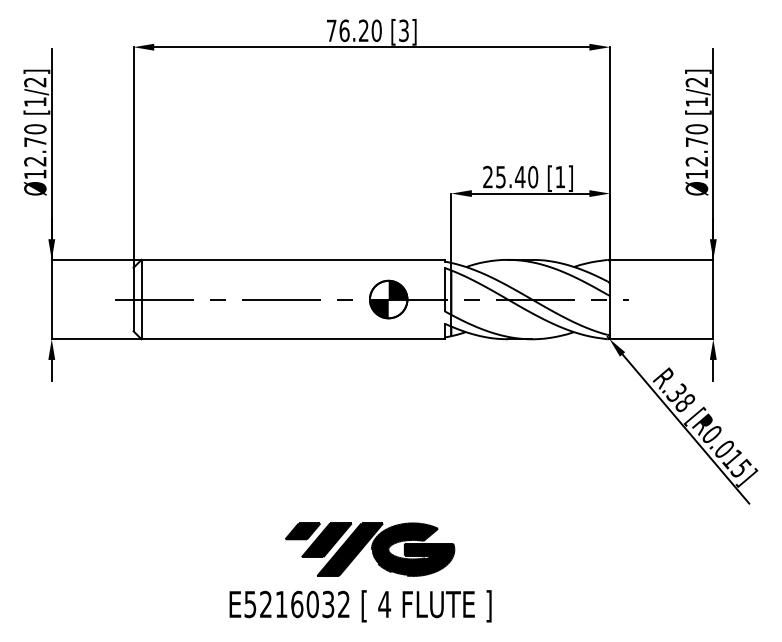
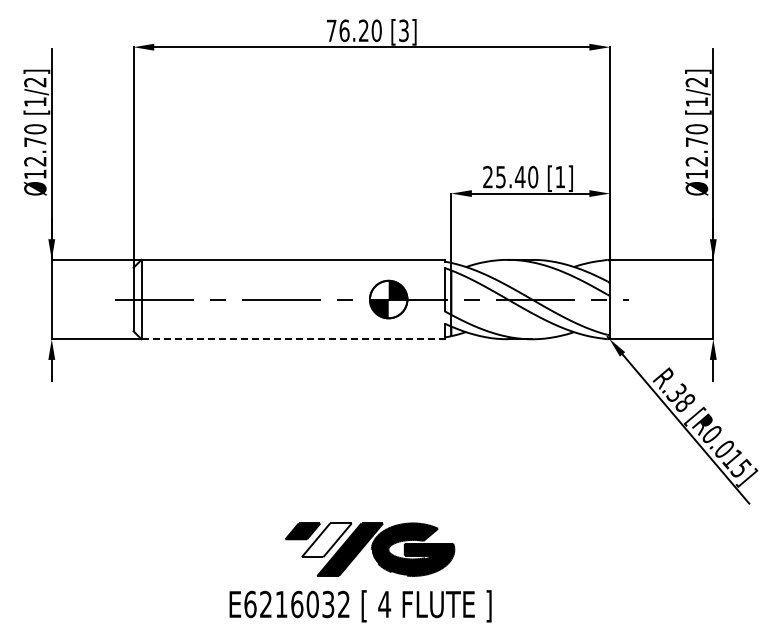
line at (293, 339): solid -> dashed
fill at (326, 540): present -> none
text at (250, 604): E5216032 -> E6216032
